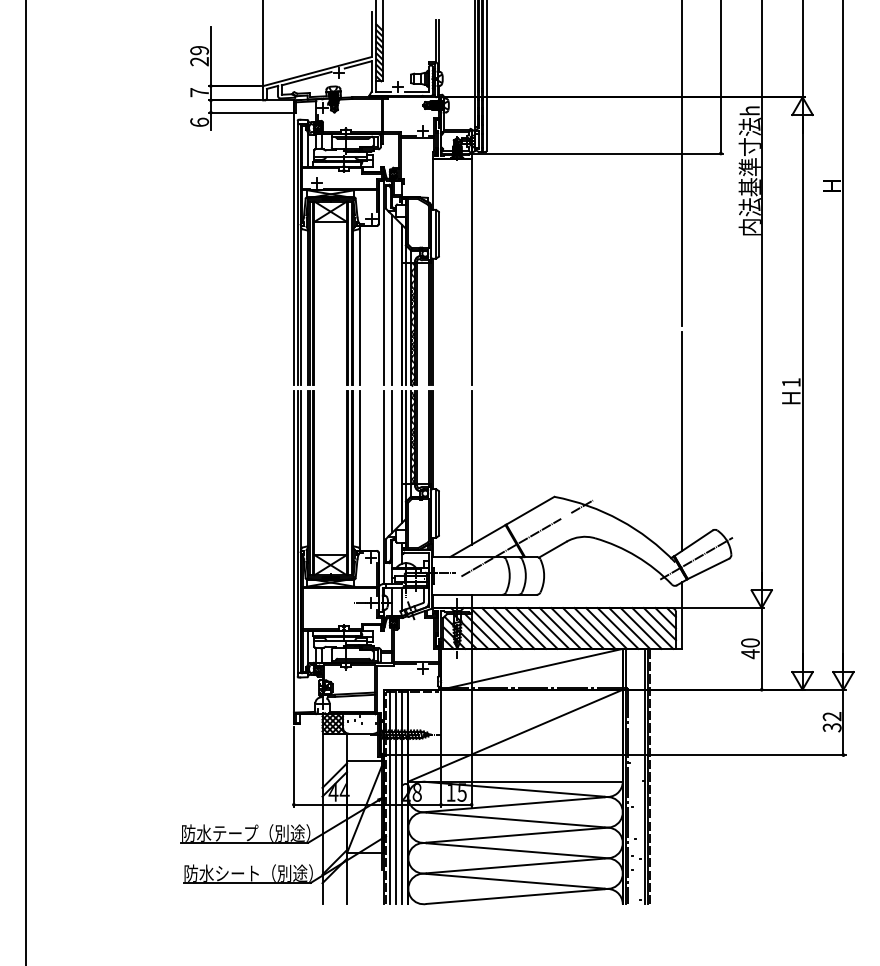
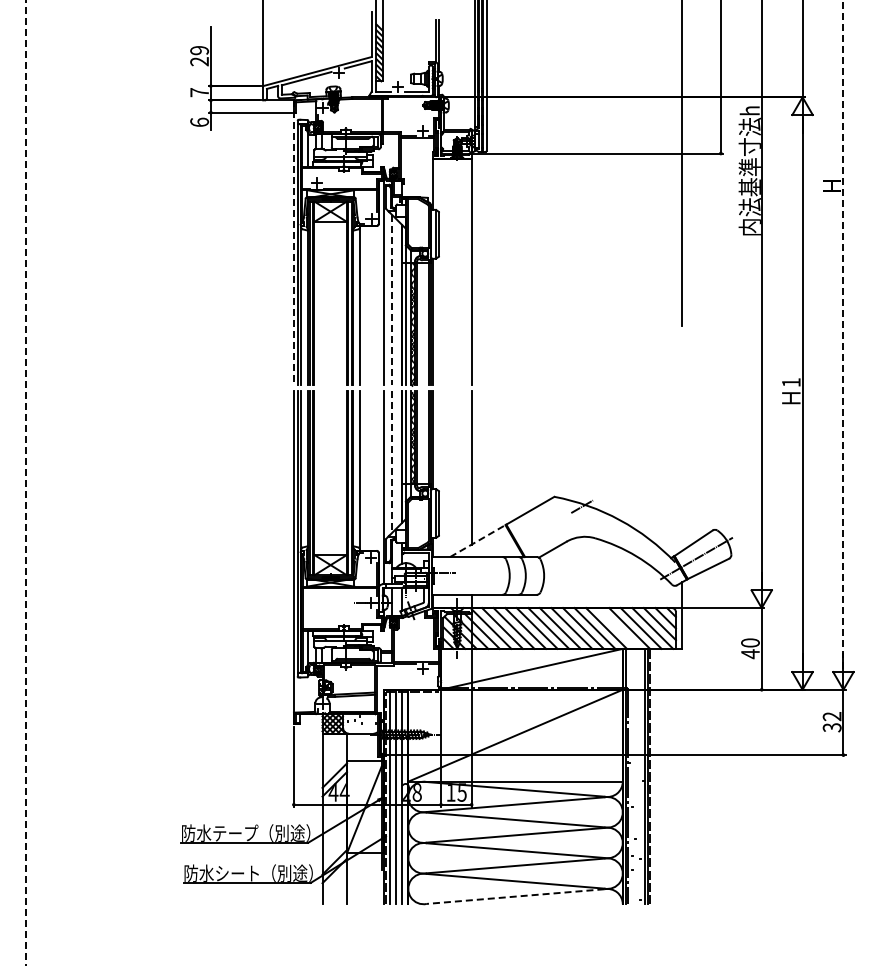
line at (293, 243): solid -> dashed
line at (391, 300): solid -> dashed
line at (843, 334): solid -> dashed
line at (682, 441): present -> none
line at (391, 462): solid -> dashed
line at (26, 482): solid -> dashed
line at (477, 541): solid -> dashed
line at (511, 547): present -> none
line at (617, 628): present -> none
line at (515, 896): solid -> dashed
